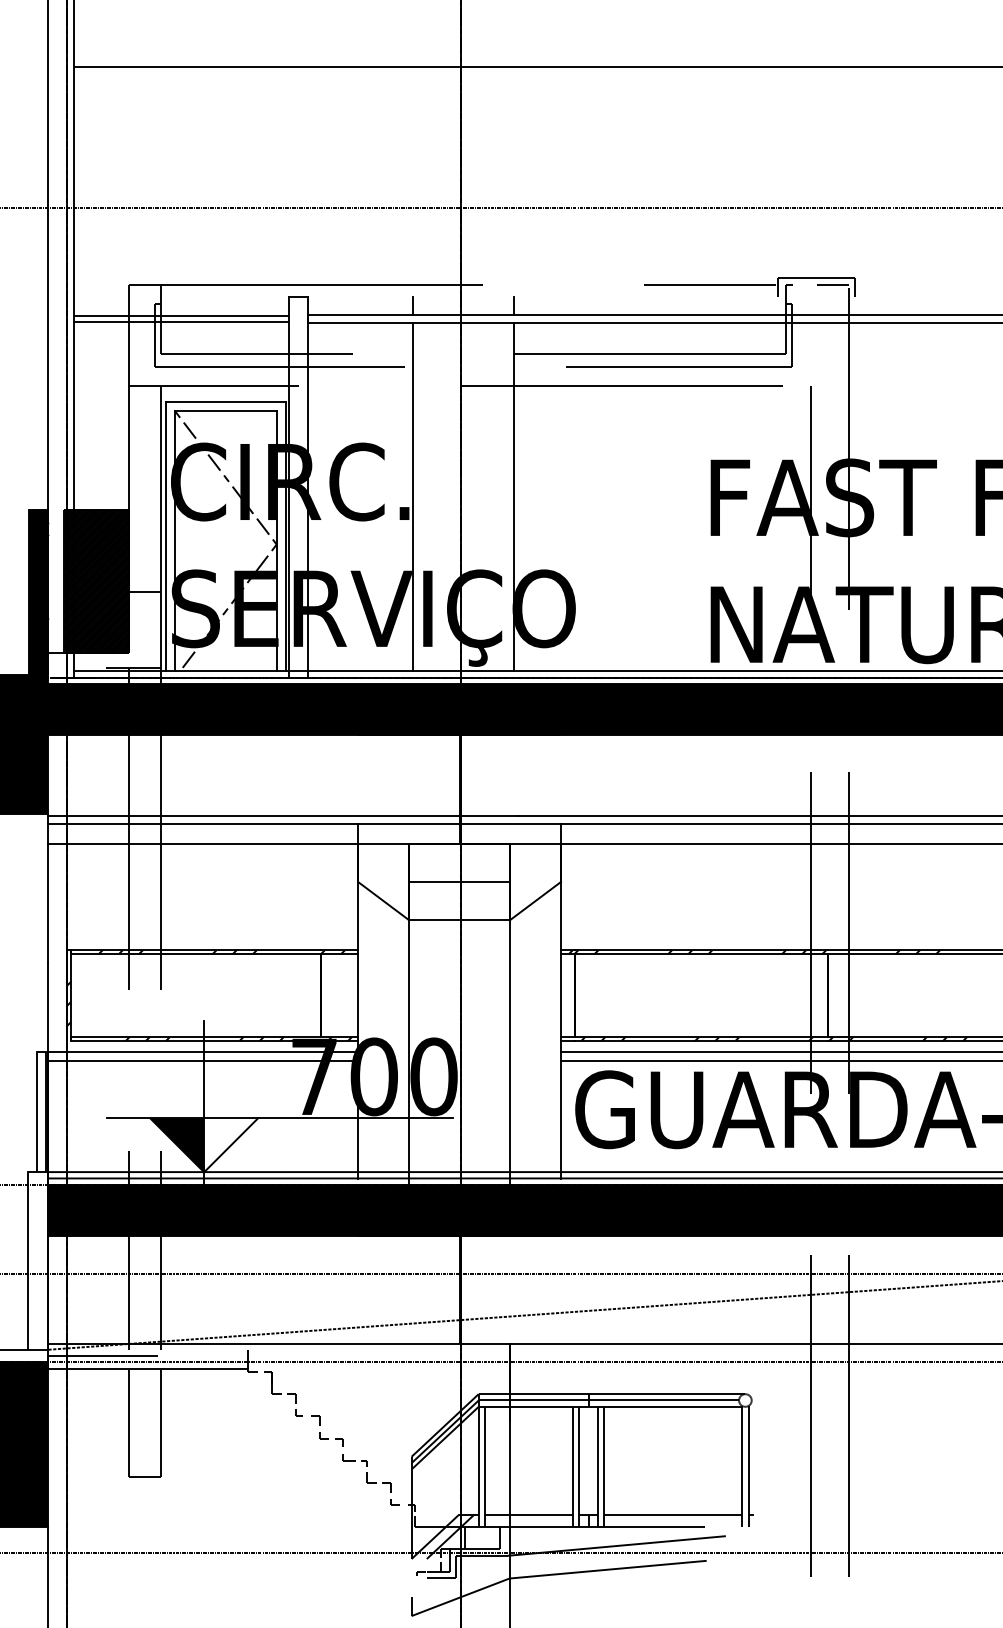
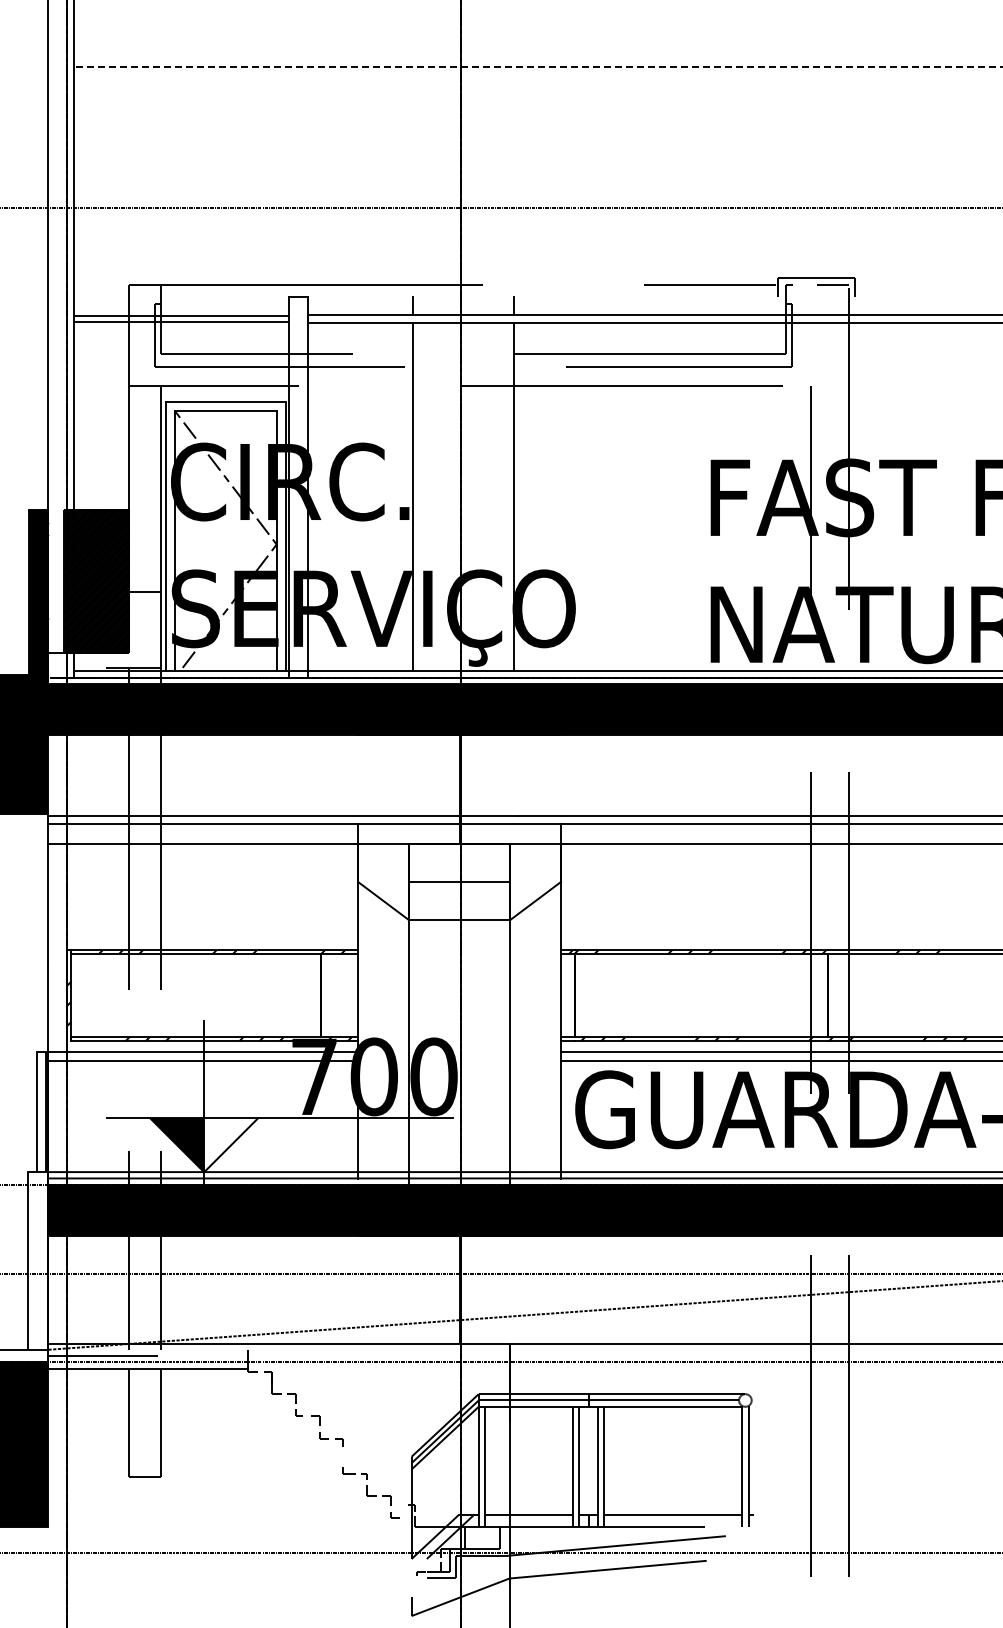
line at (537, 67): solid -> dashed
part at (370, 1479) position: (370, 1479) -> (370, 1492)
line at (48, 1575): present -> none
